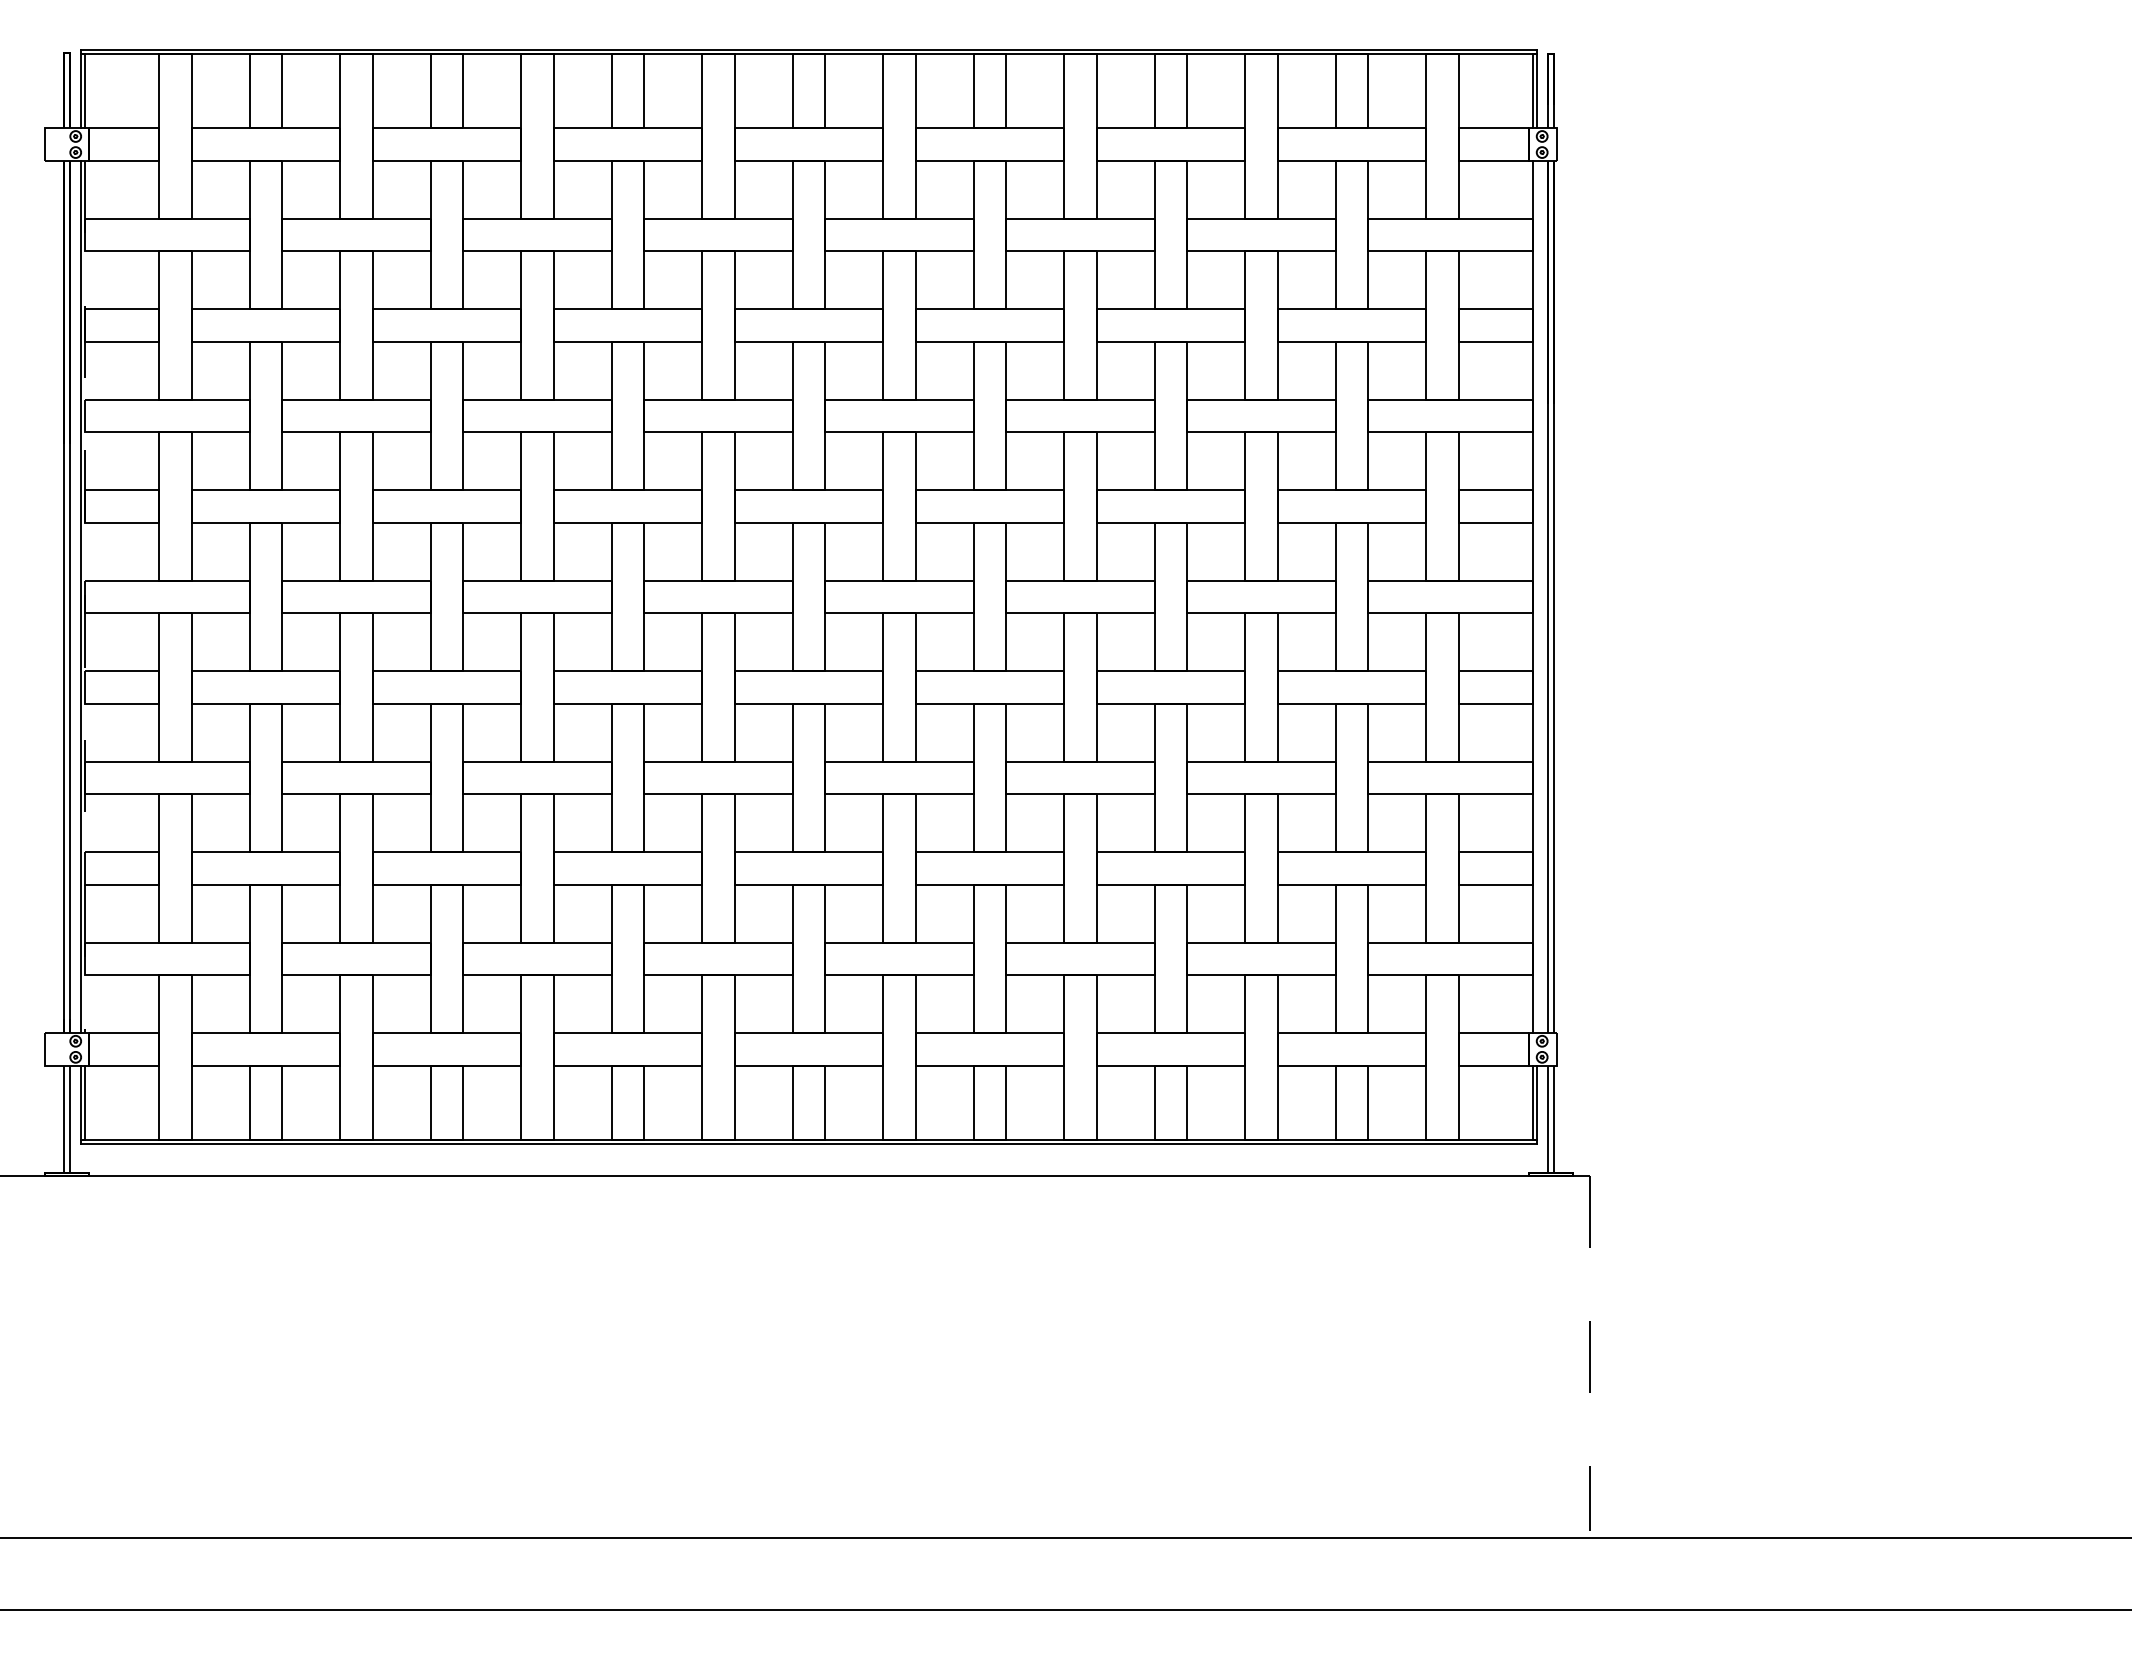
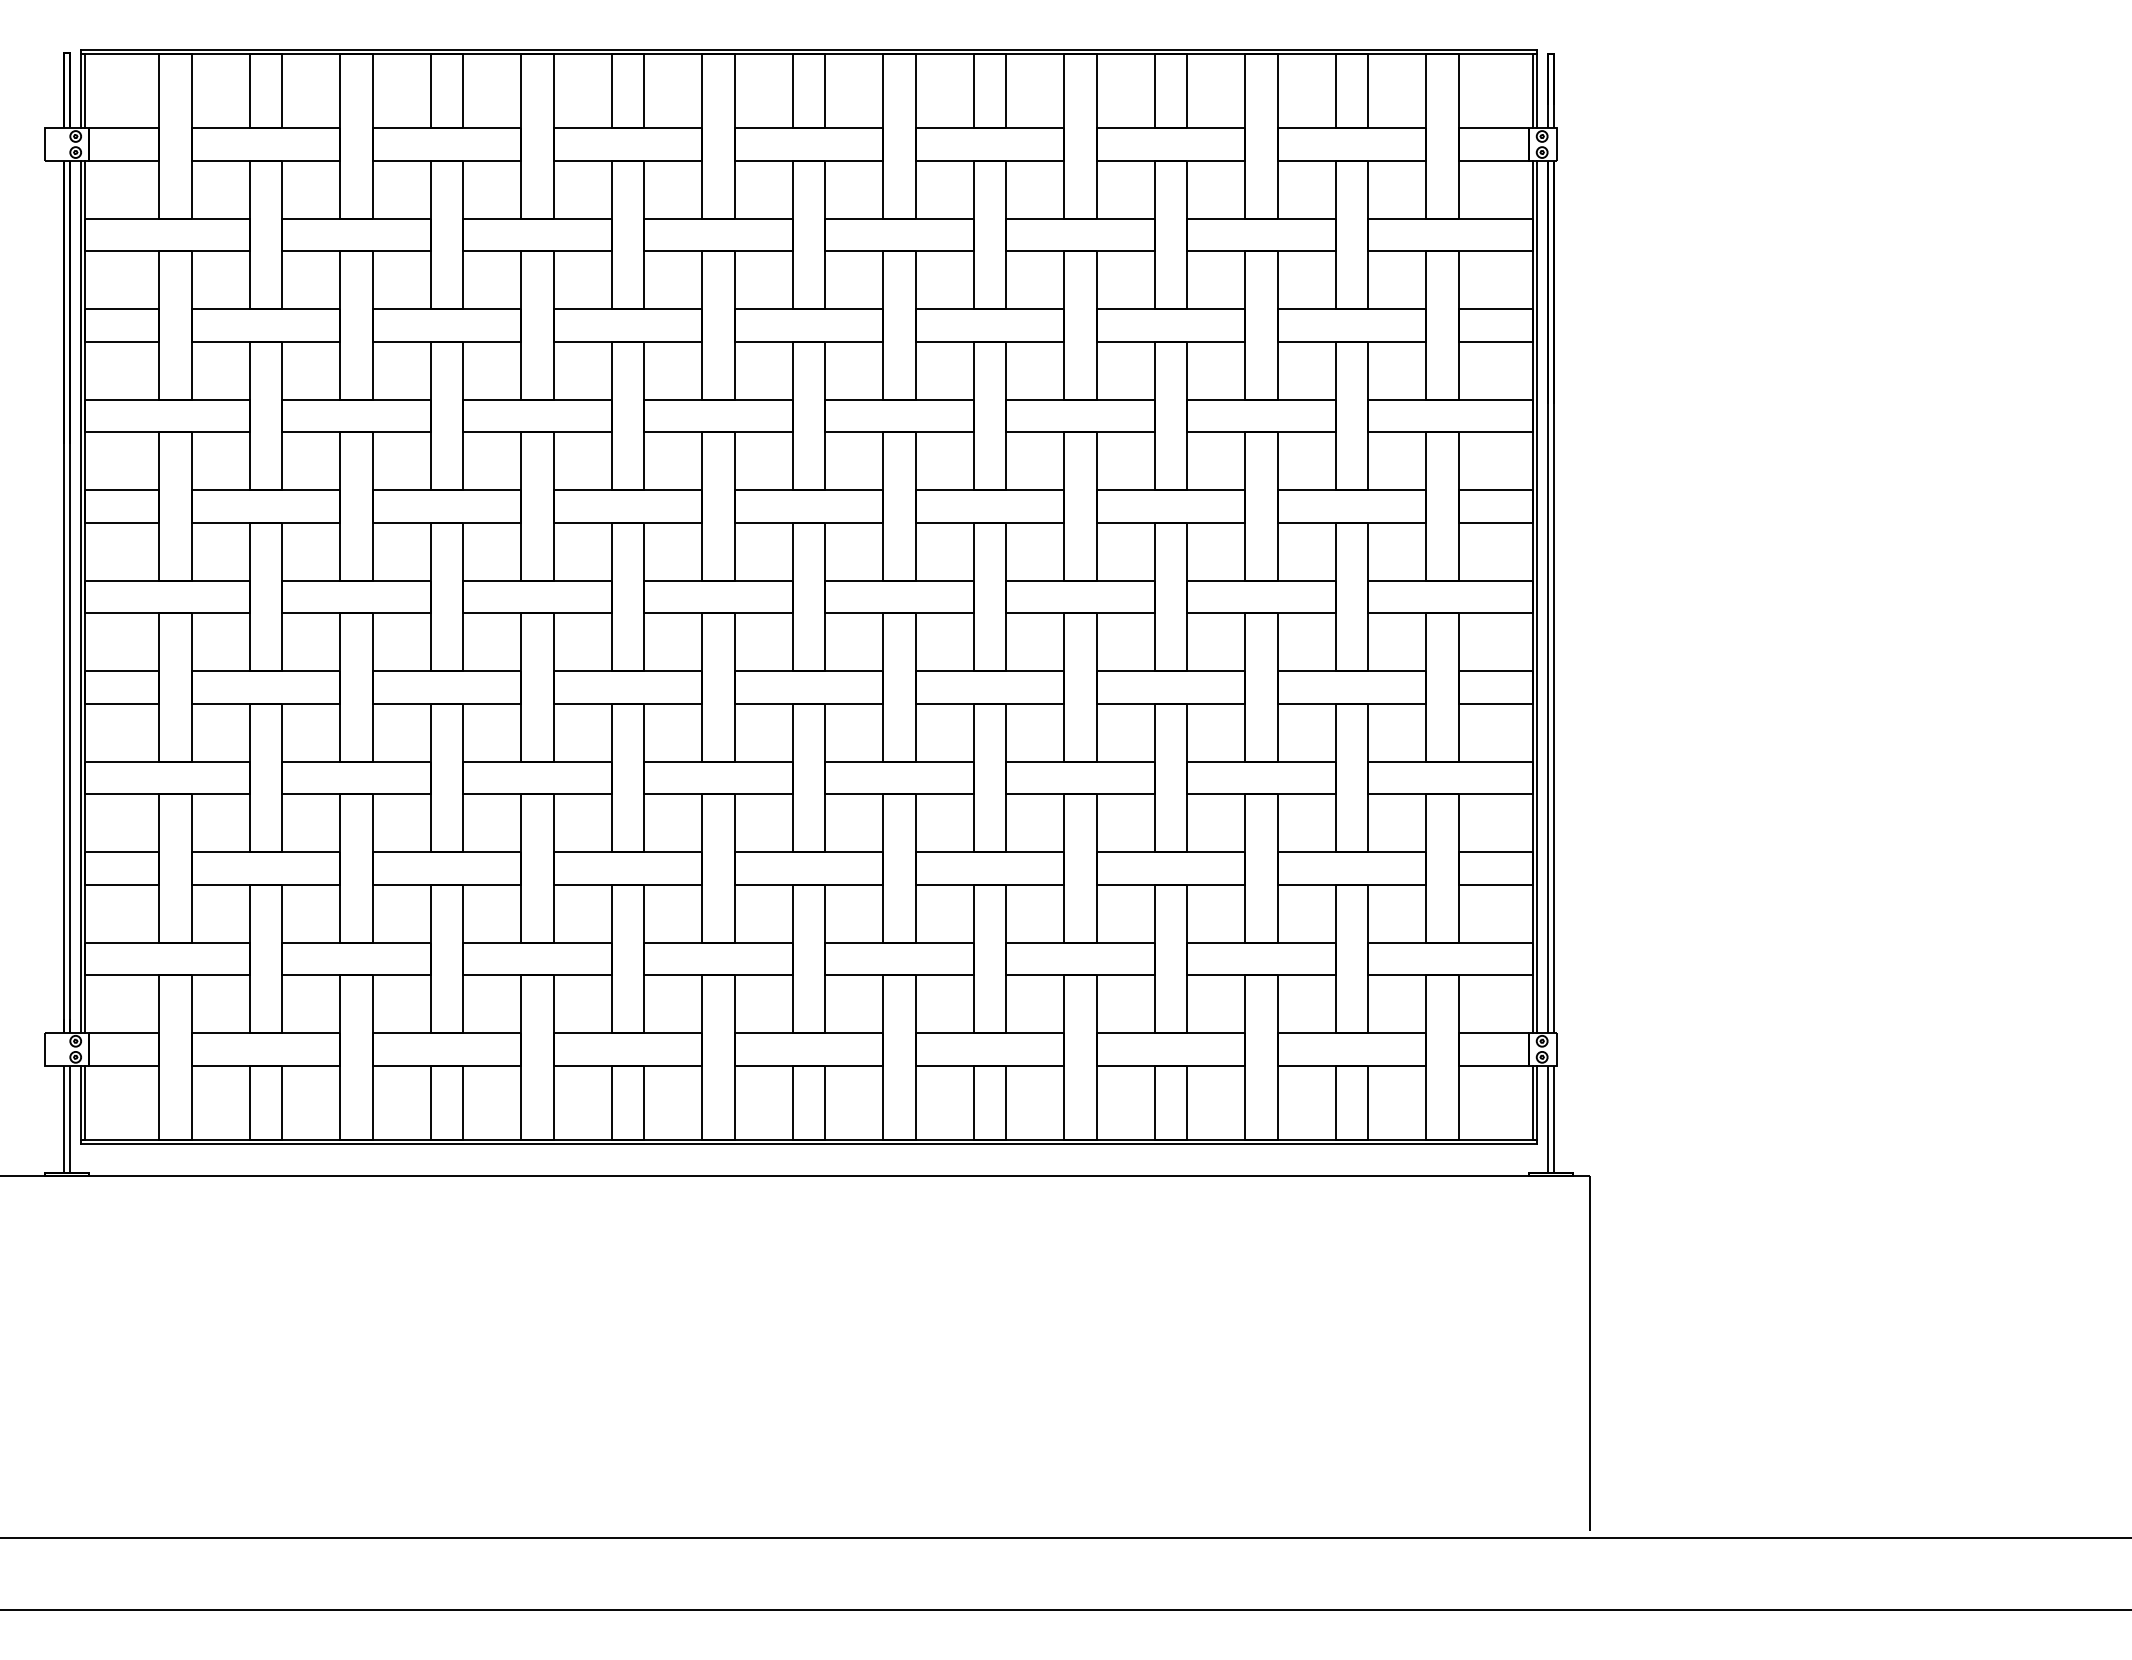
line at (1537, 596): none -> present
line at (85, 597): dashed -> solid
line at (1590, 1353): dashed -> solid
